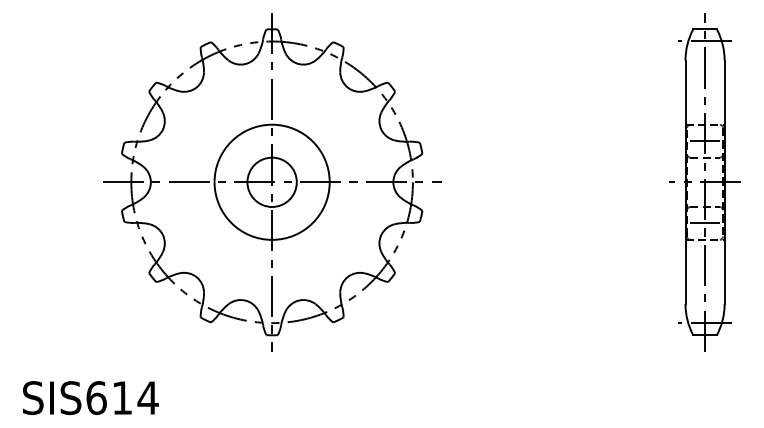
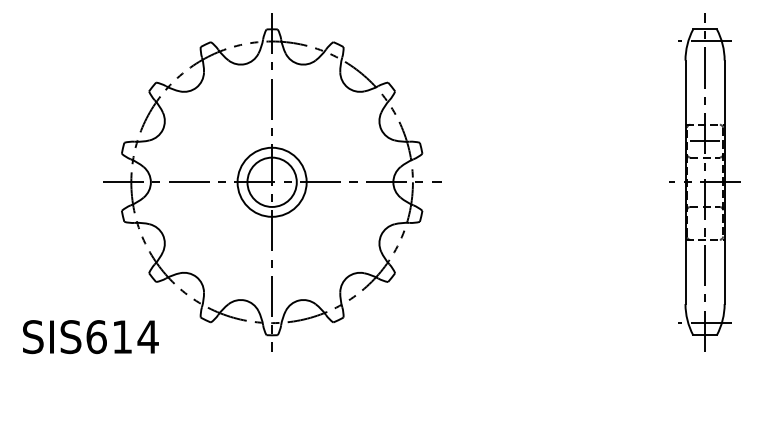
circle at (271, 181) diameter: 115 px -> 69 px
line at (704, 223): present -> none
text at (90, 398) position: (90, 398) -> (90, 337)
